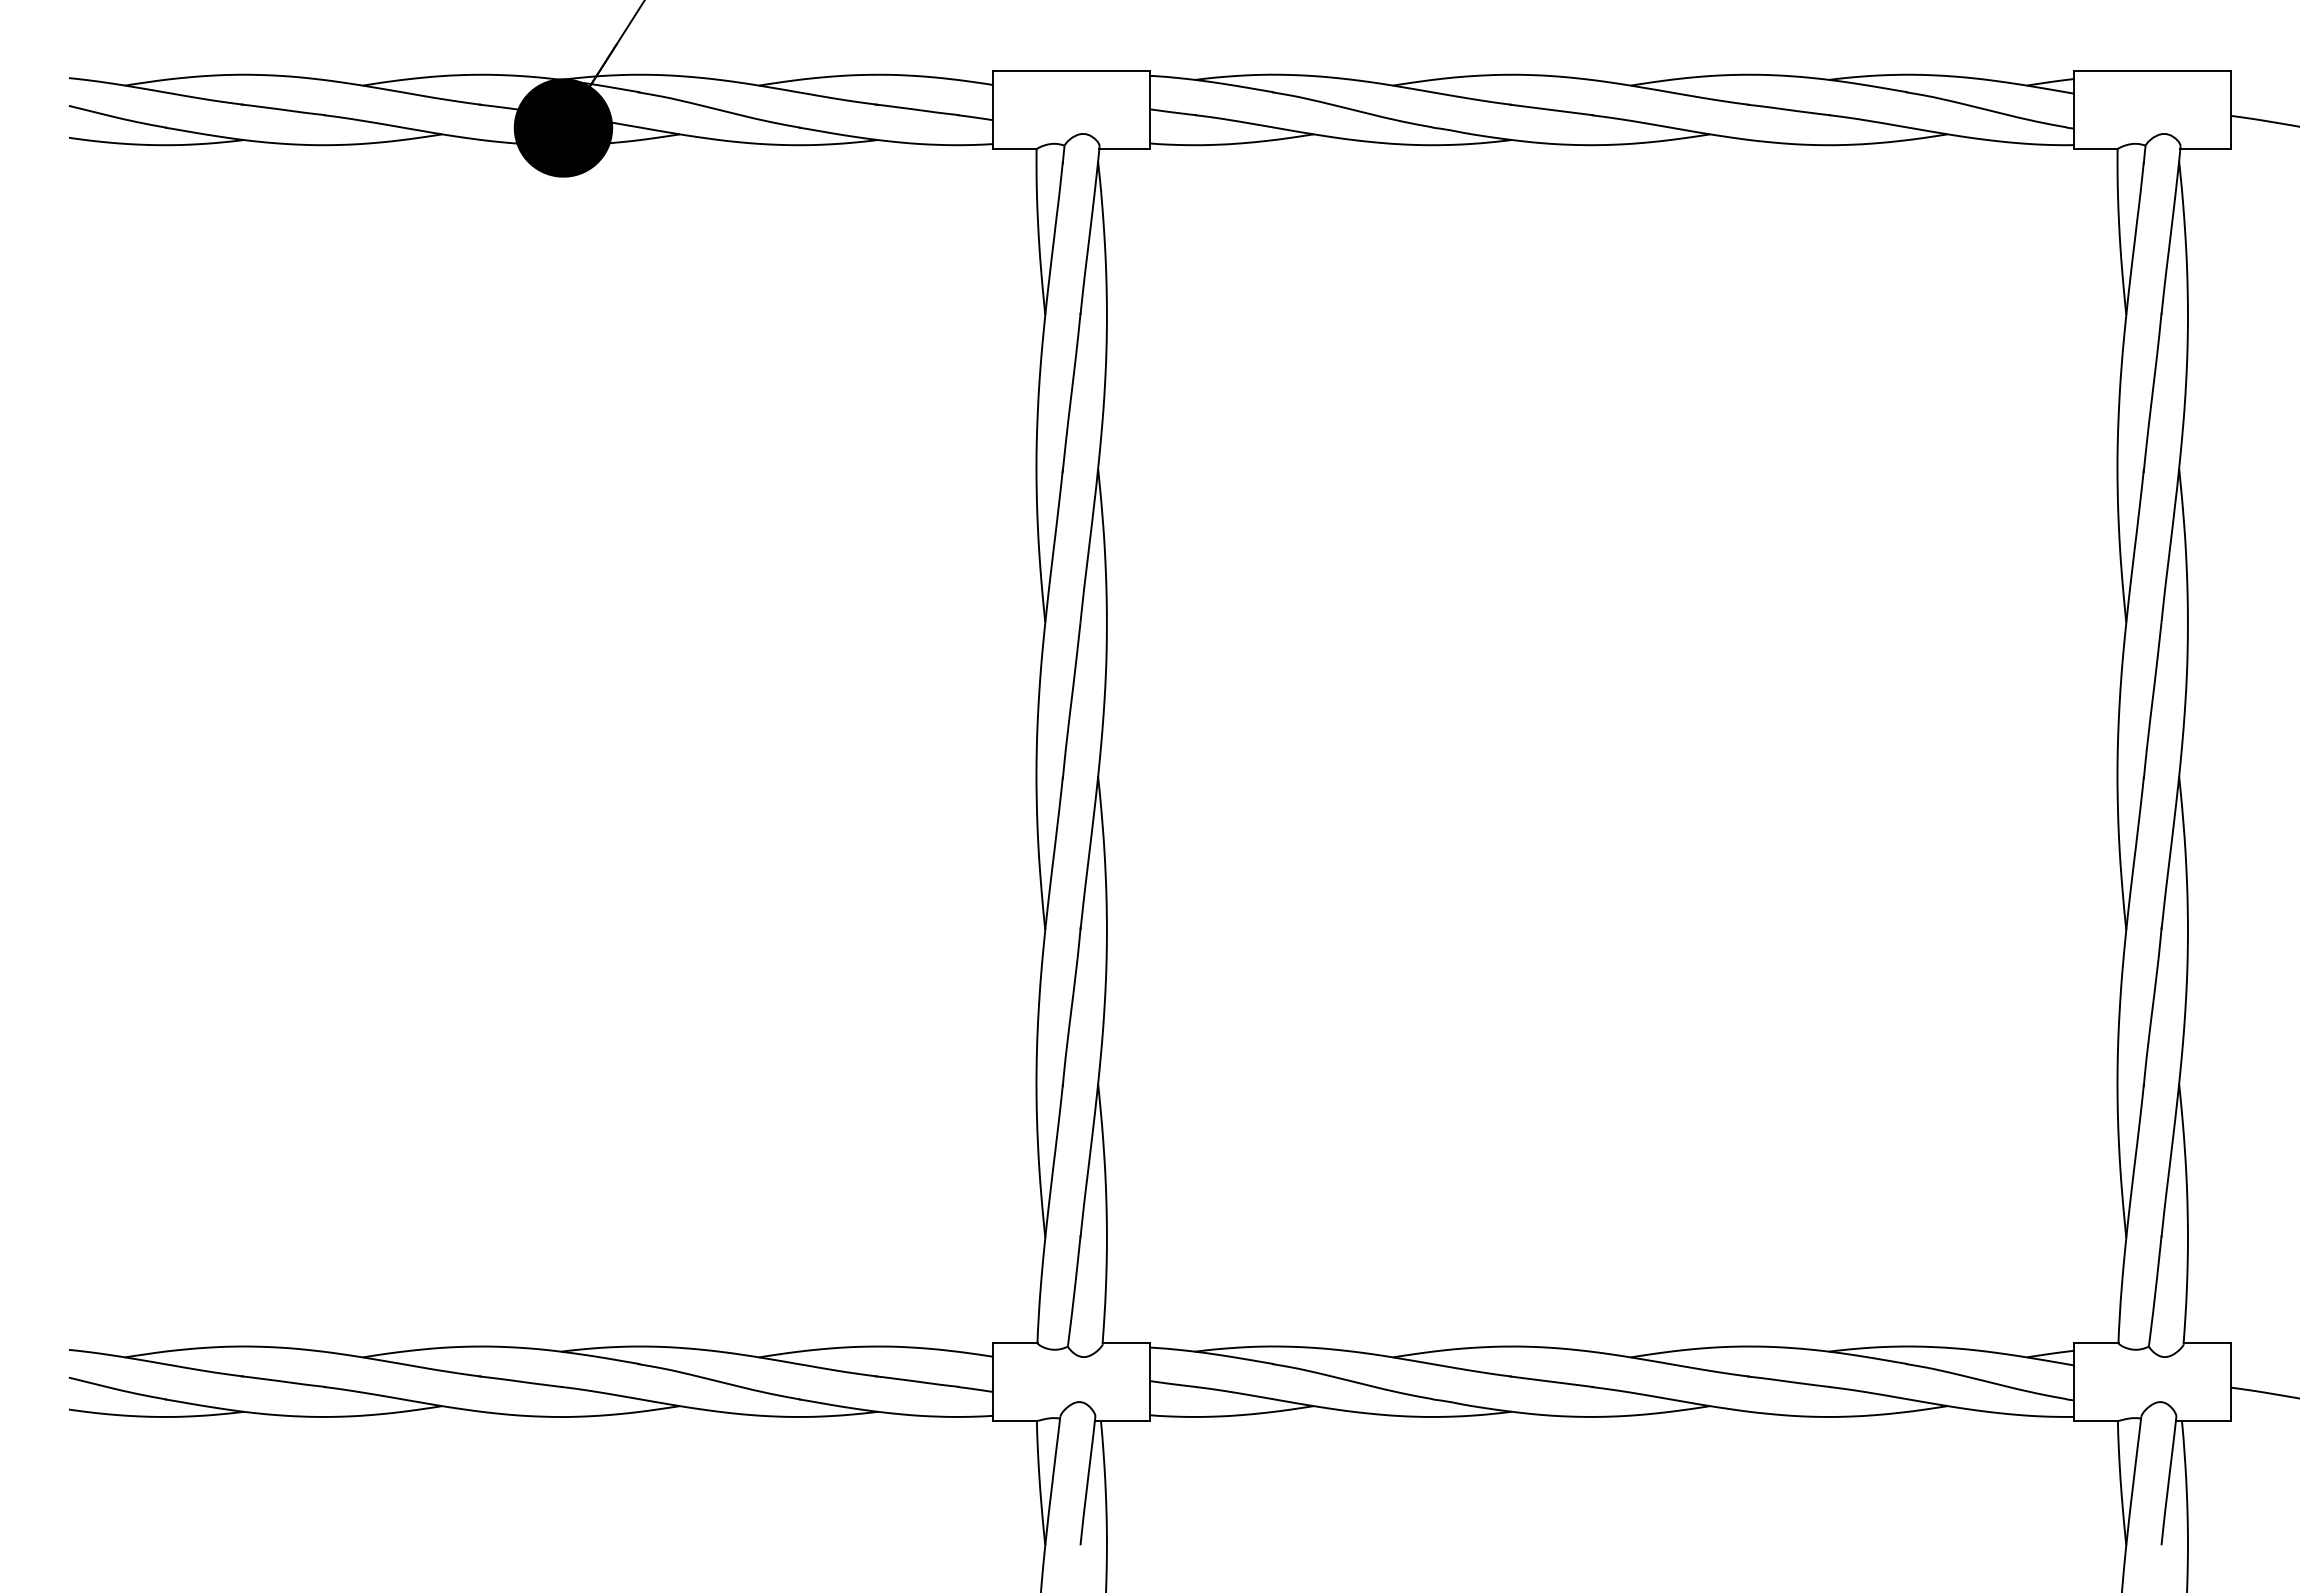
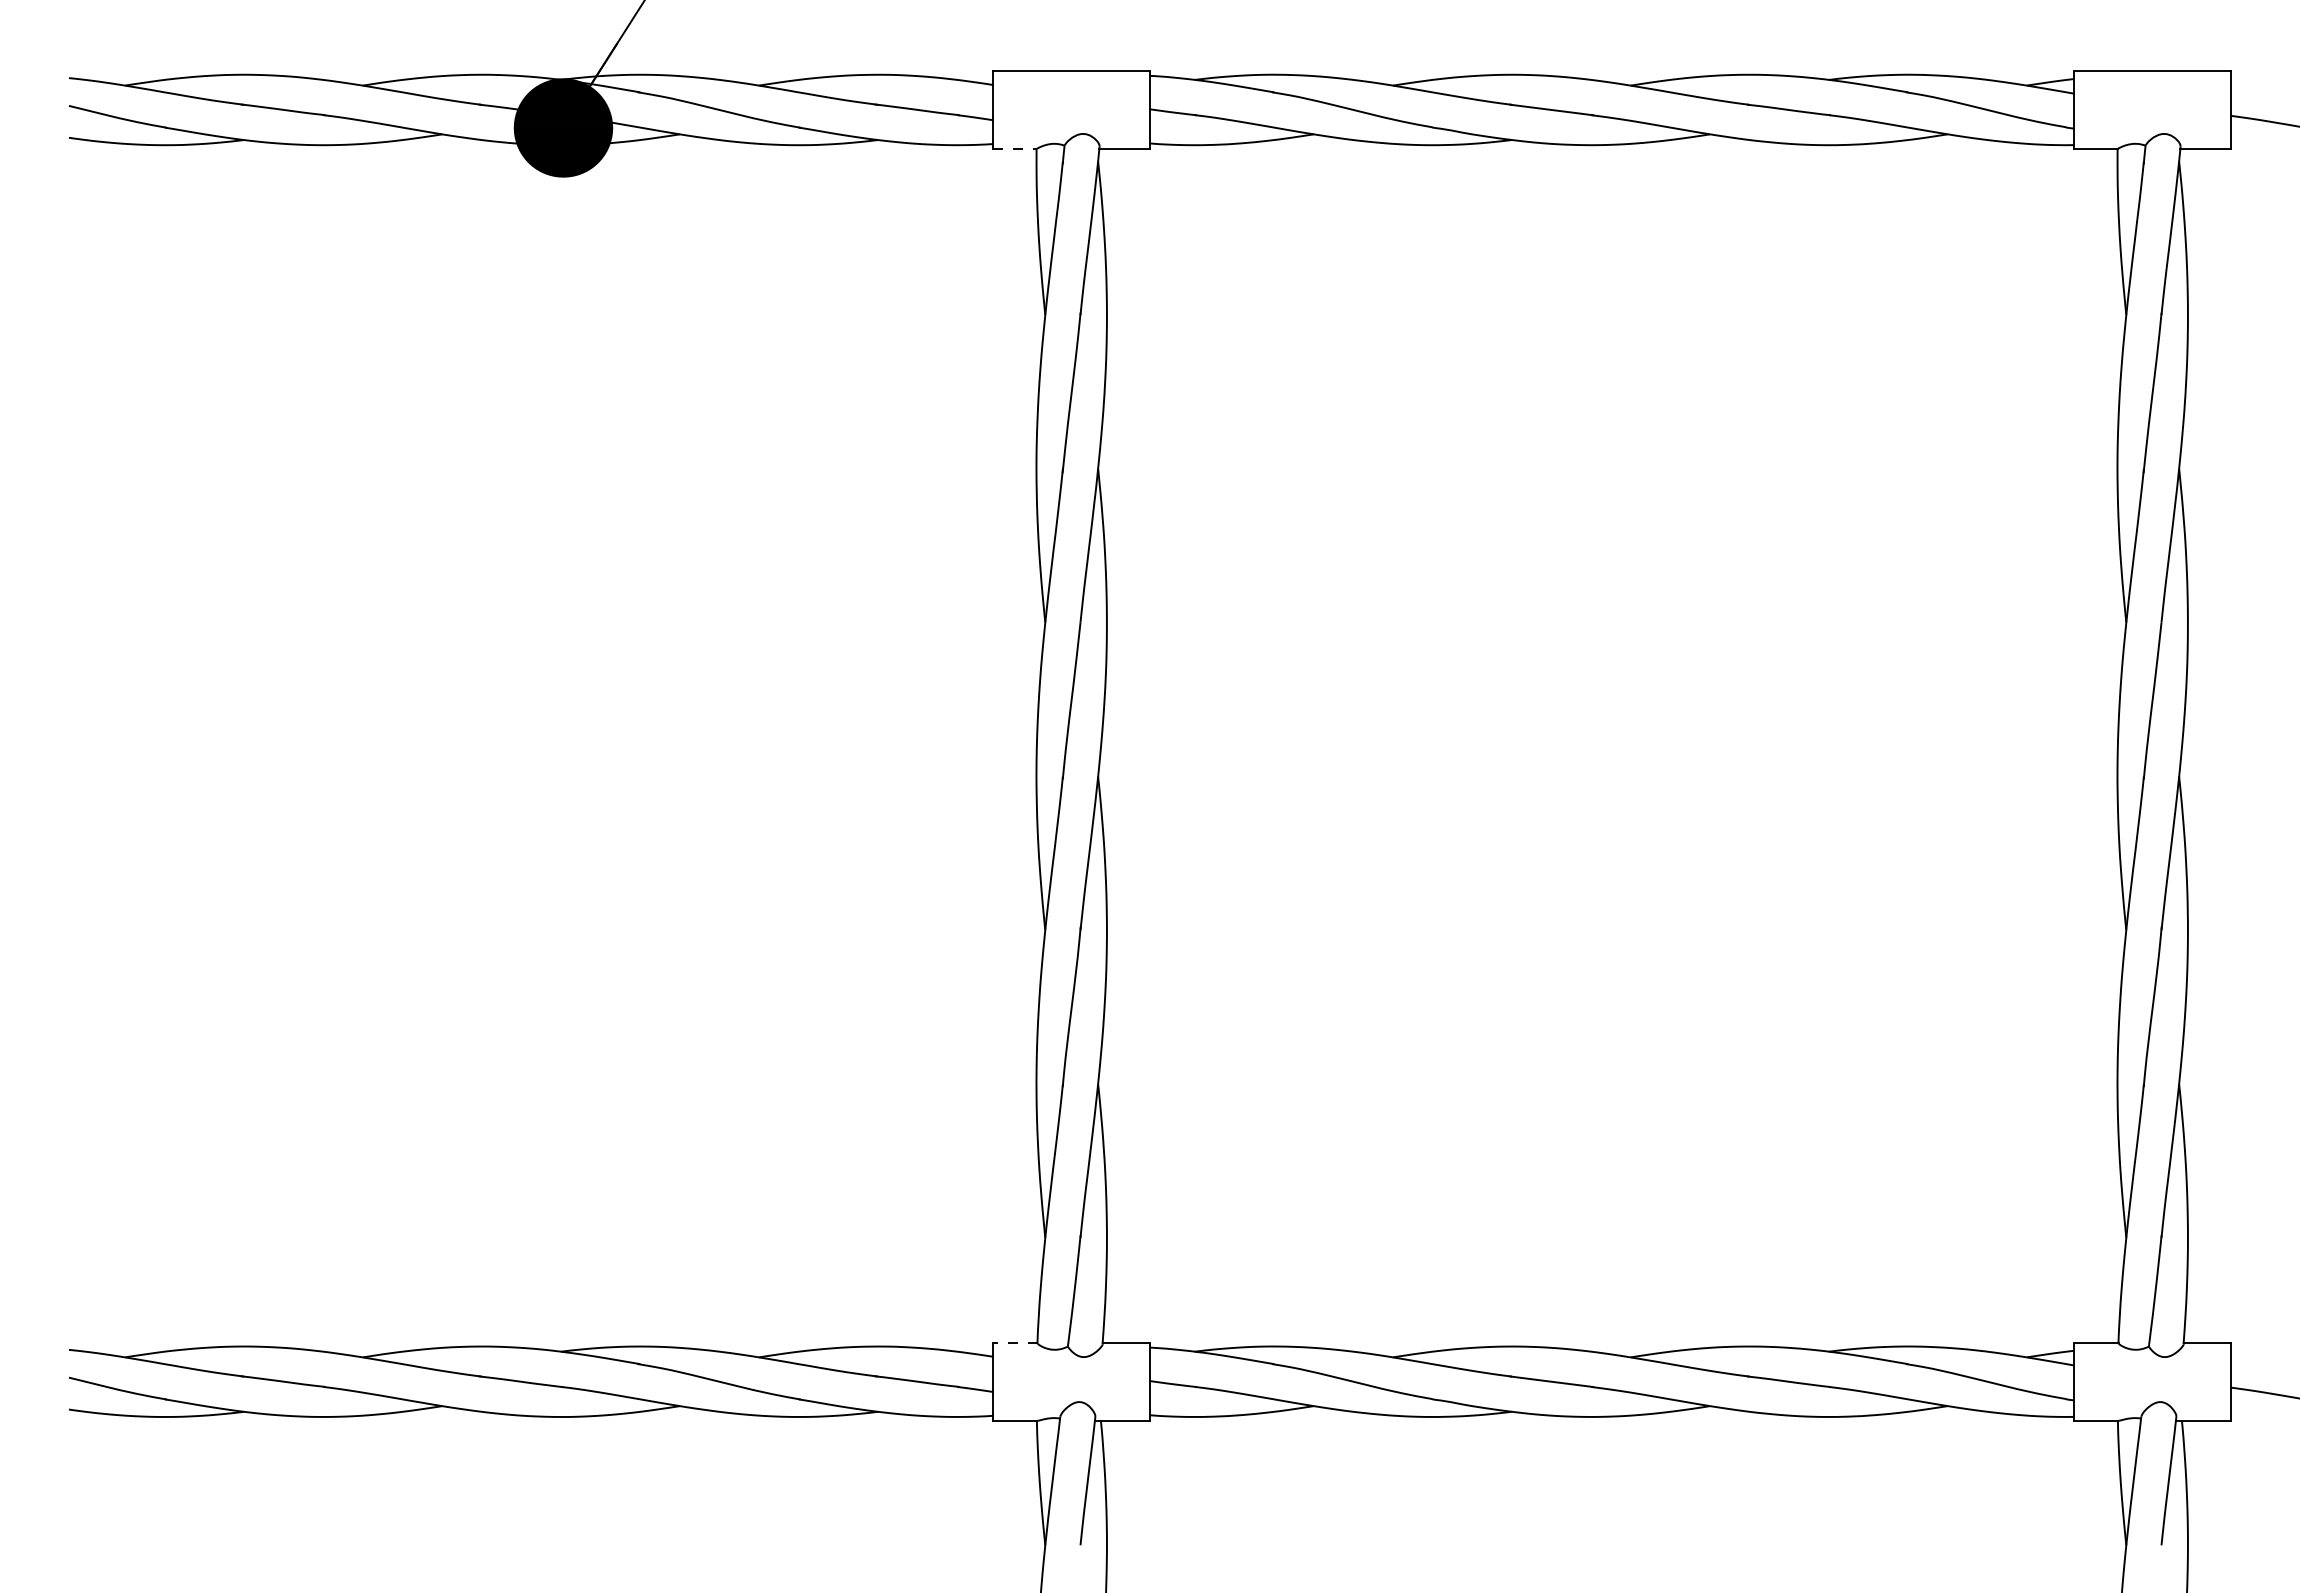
line at (1015, 149): solid -> dashed
line at (1015, 1342): solid -> dashed
